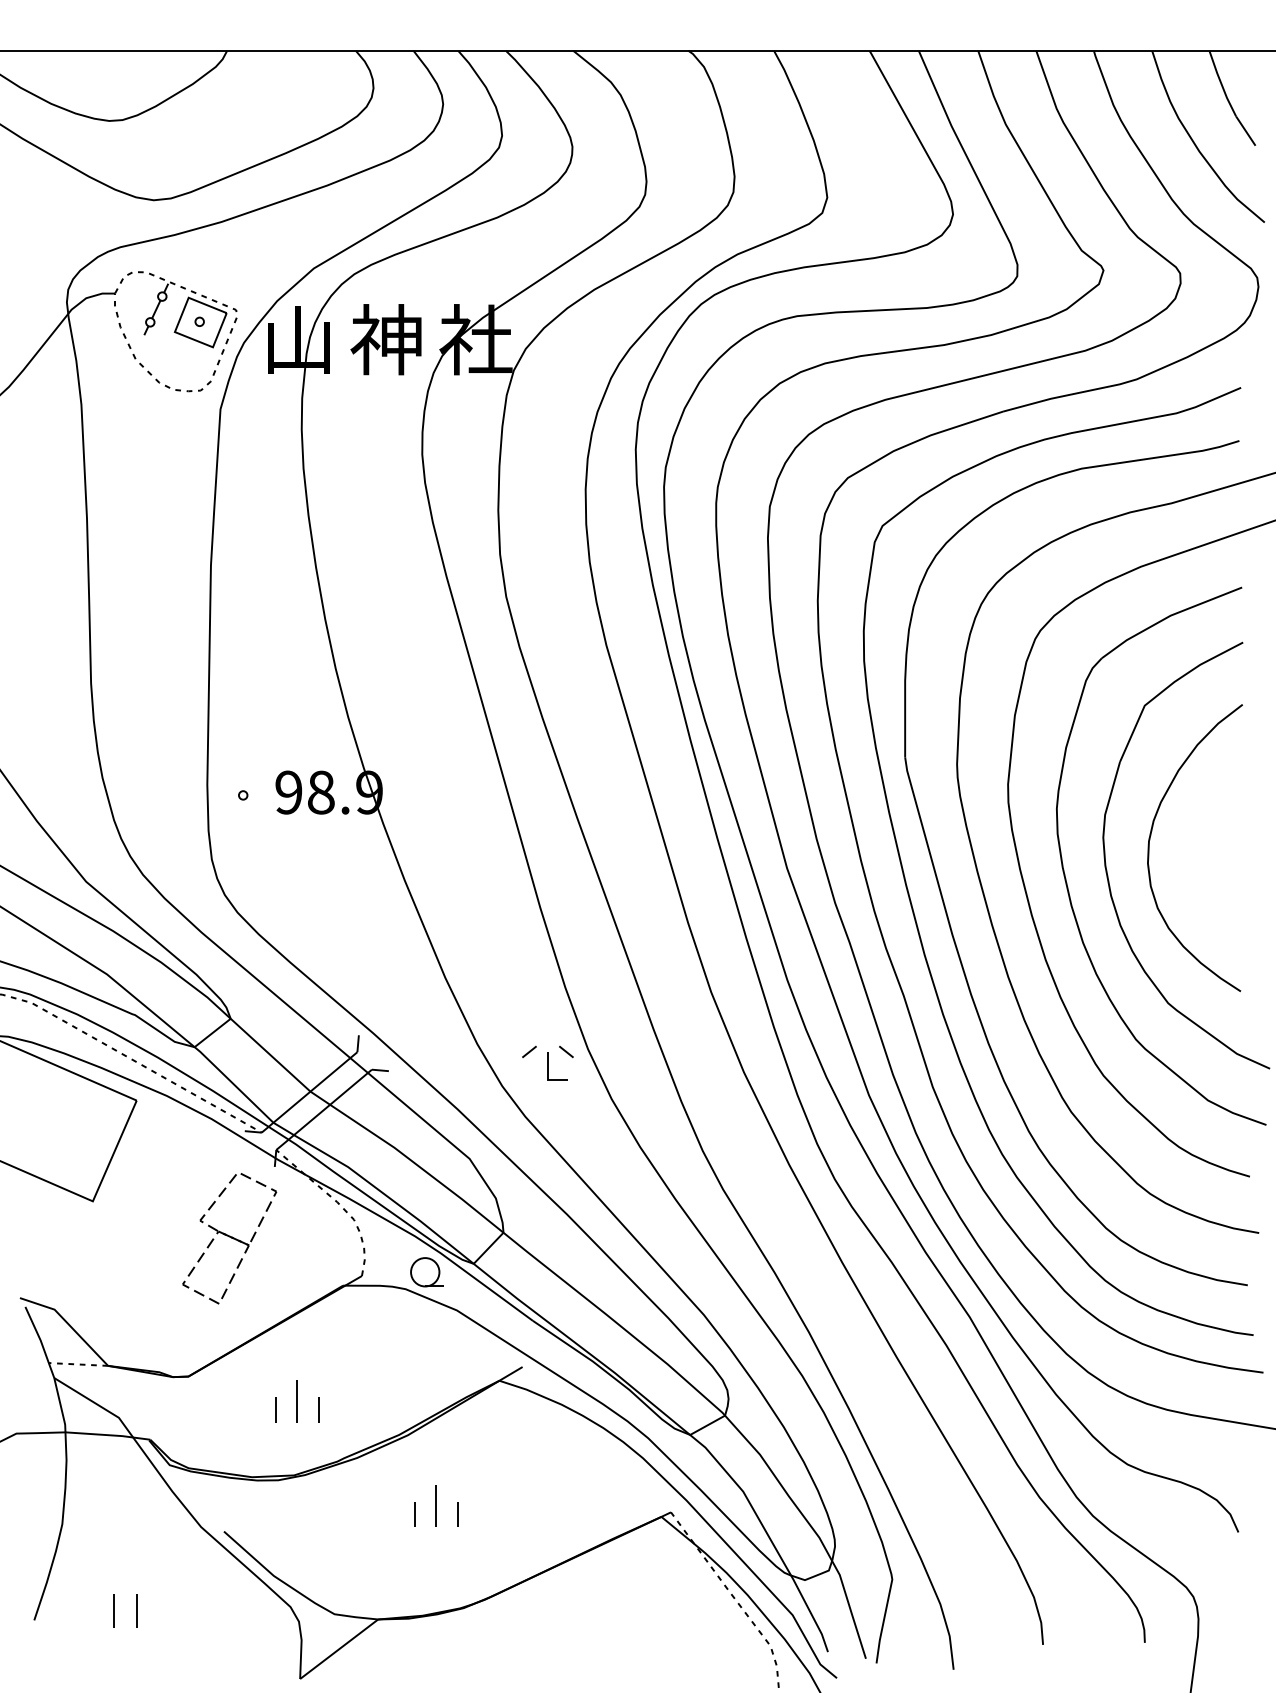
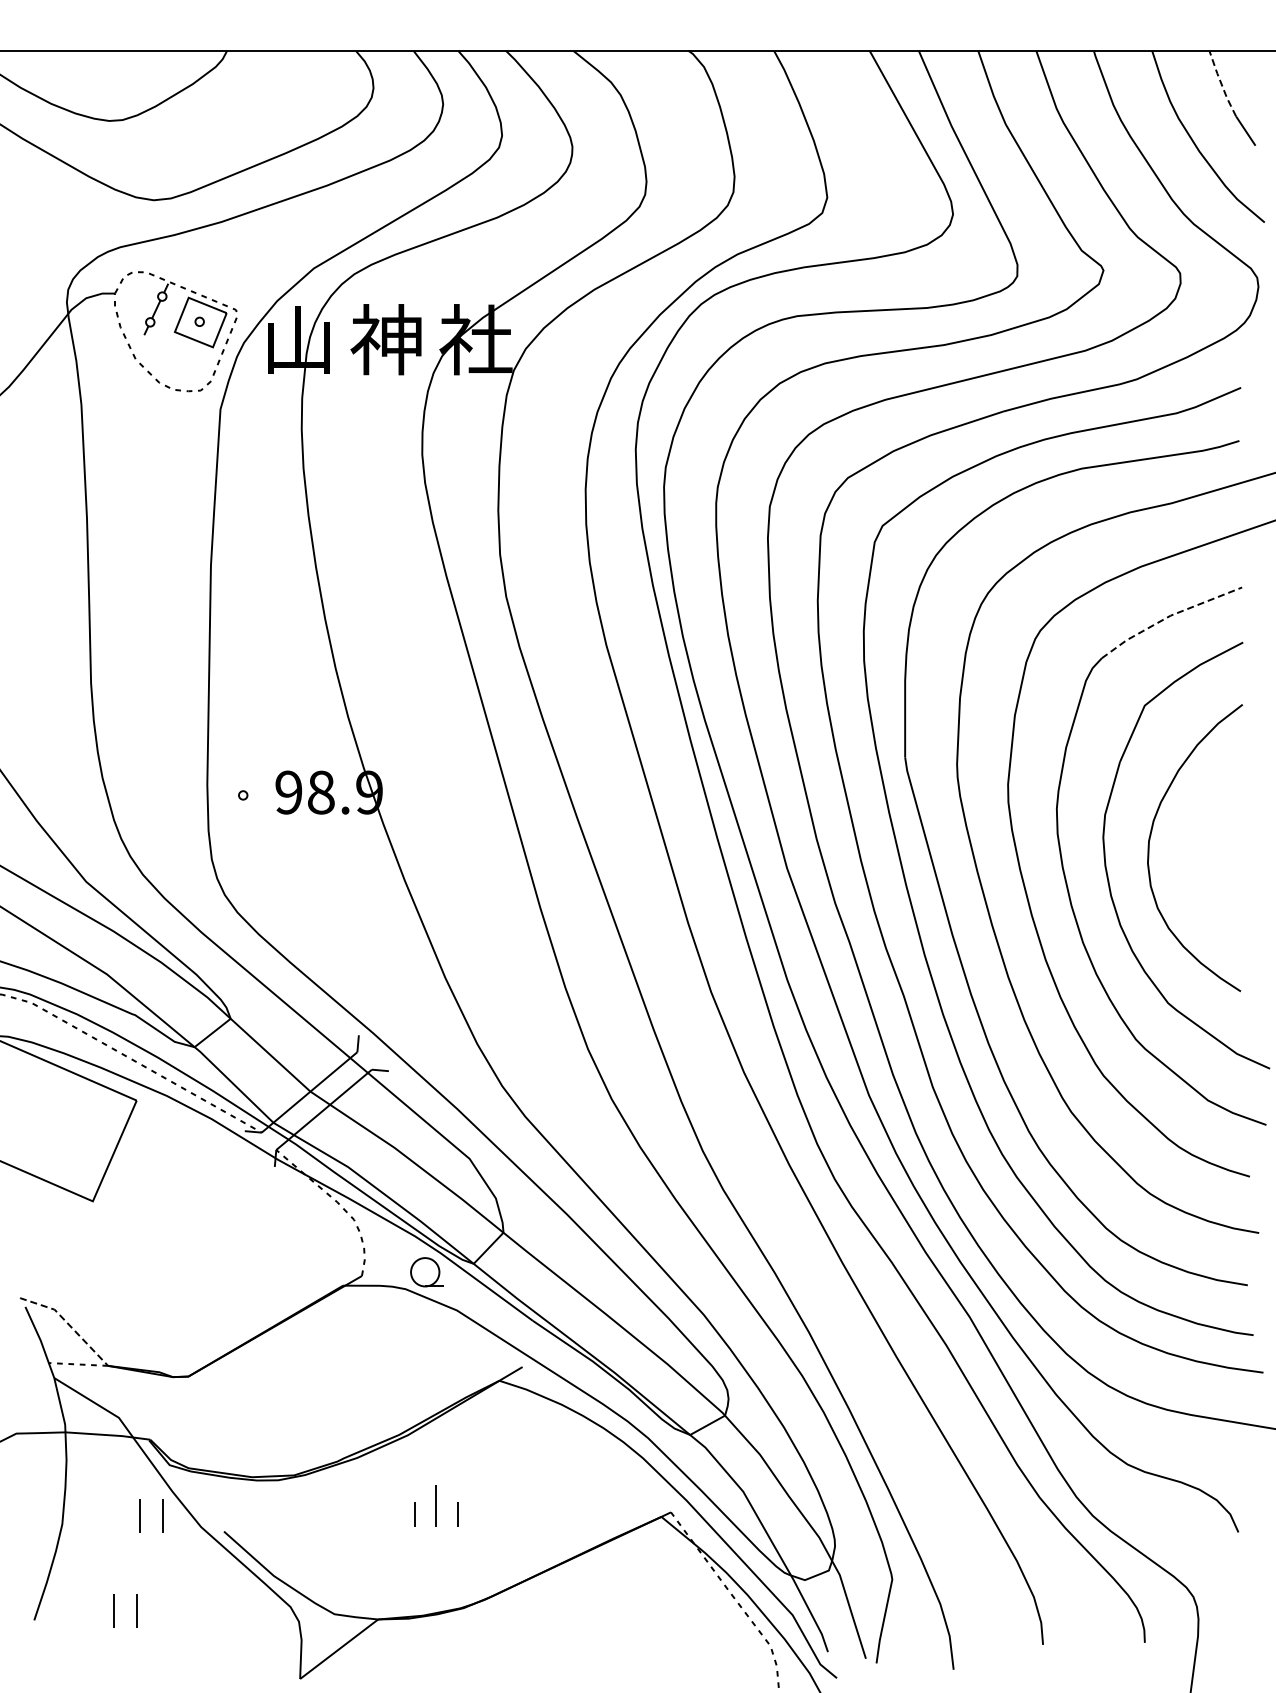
line at (1221, 84): solid -> dashed
line at (1168, 616): solid -> dashed
part at (547, 1062): present -> none
part at (229, 1238): present -> none
line at (67, 1323): solid -> dashed
part at (297, 1401): present -> none
part at (140, 1515): none -> present
